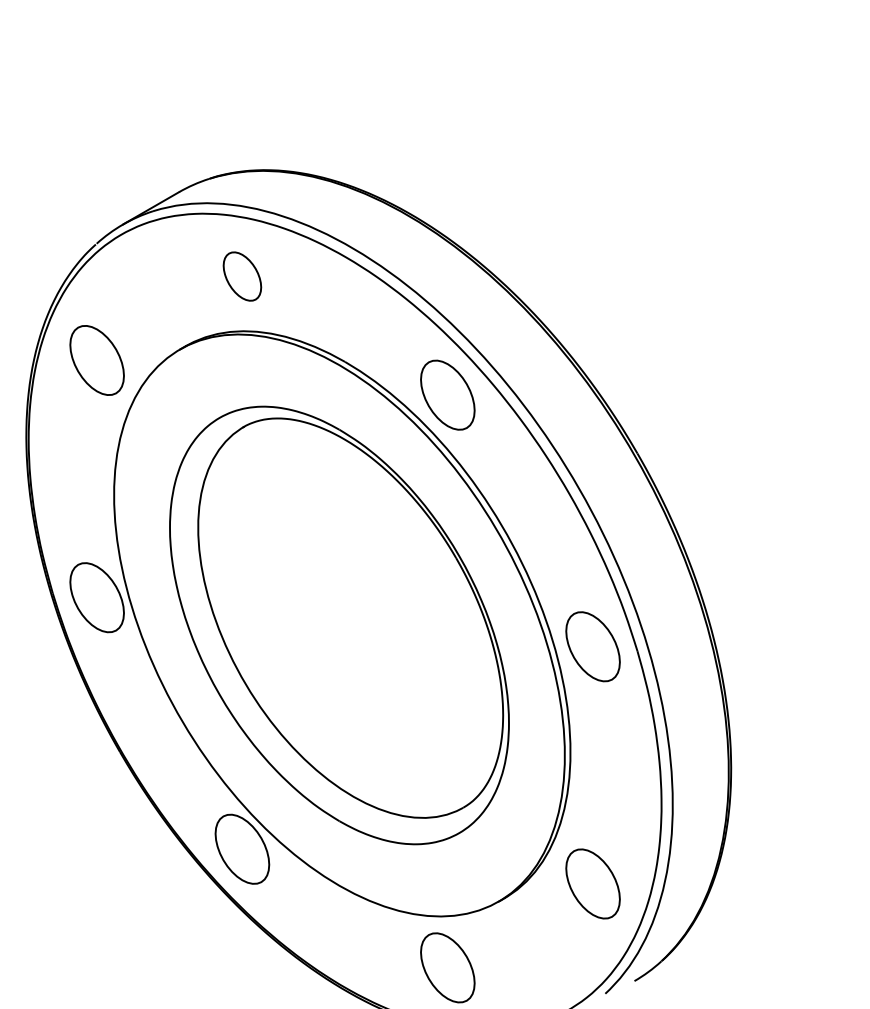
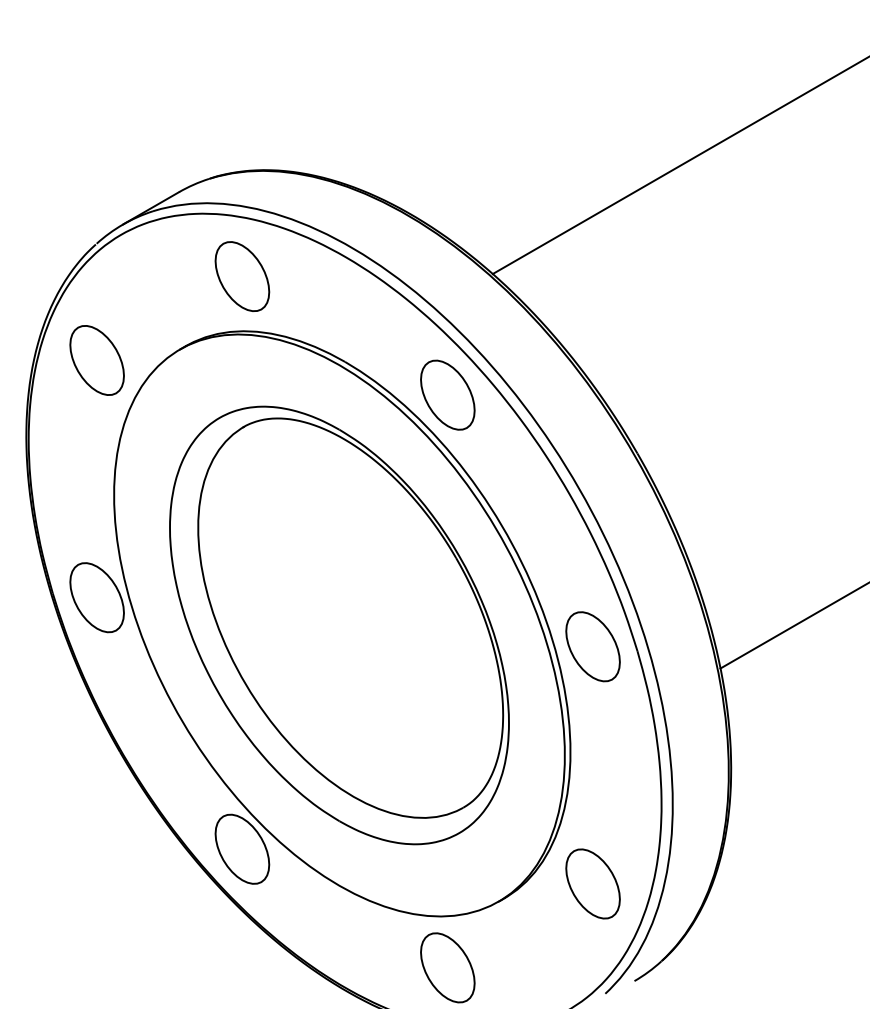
line at (679, 166): none -> present
part at (242, 276) size: 41x51 px -> 57x71 px
line at (793, 626): none -> present
